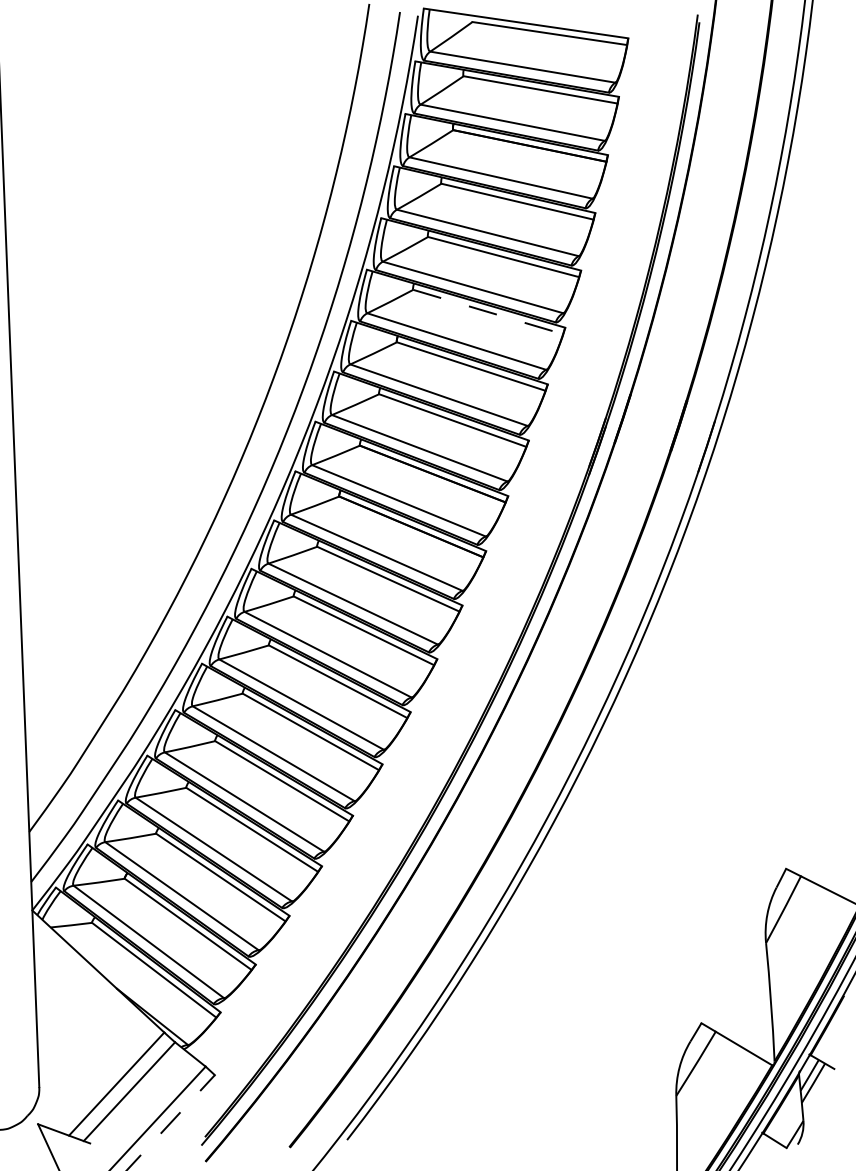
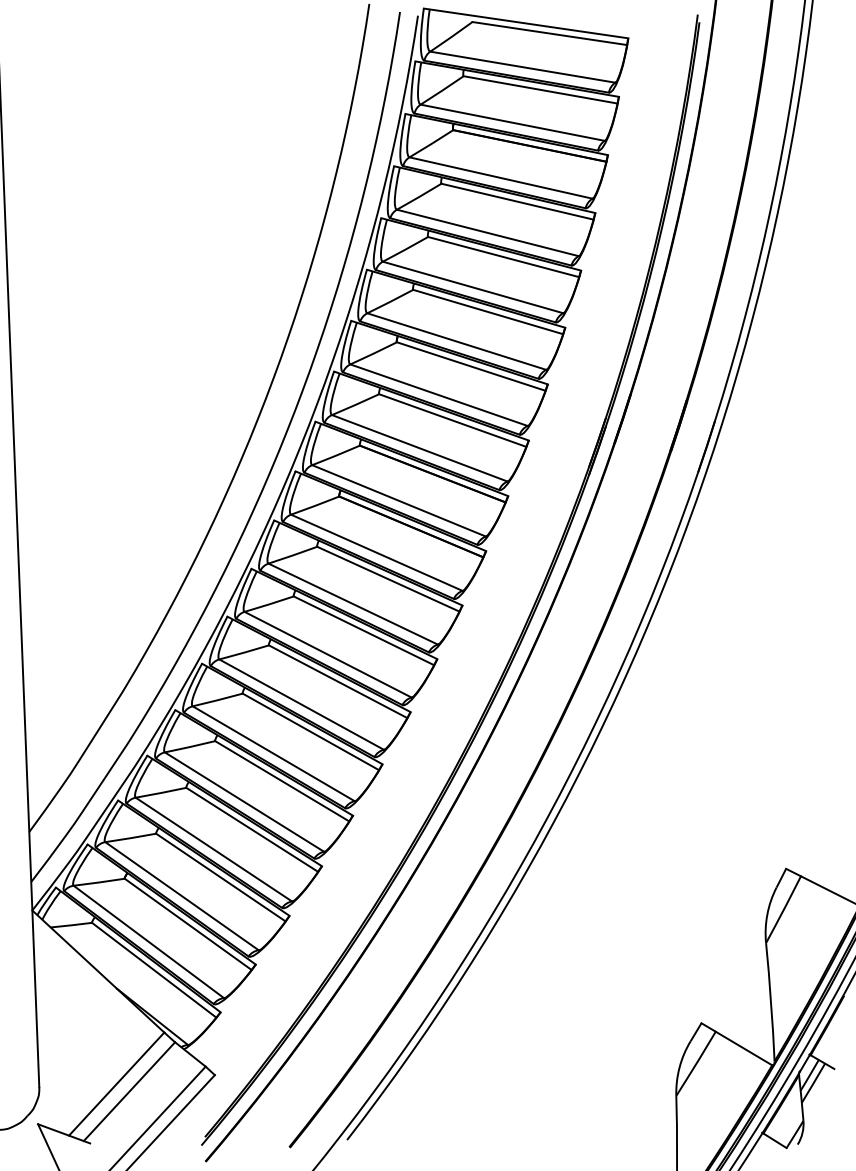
line at (488, 312): dashed -> solid
line at (170, 1122): dashed -> solid
